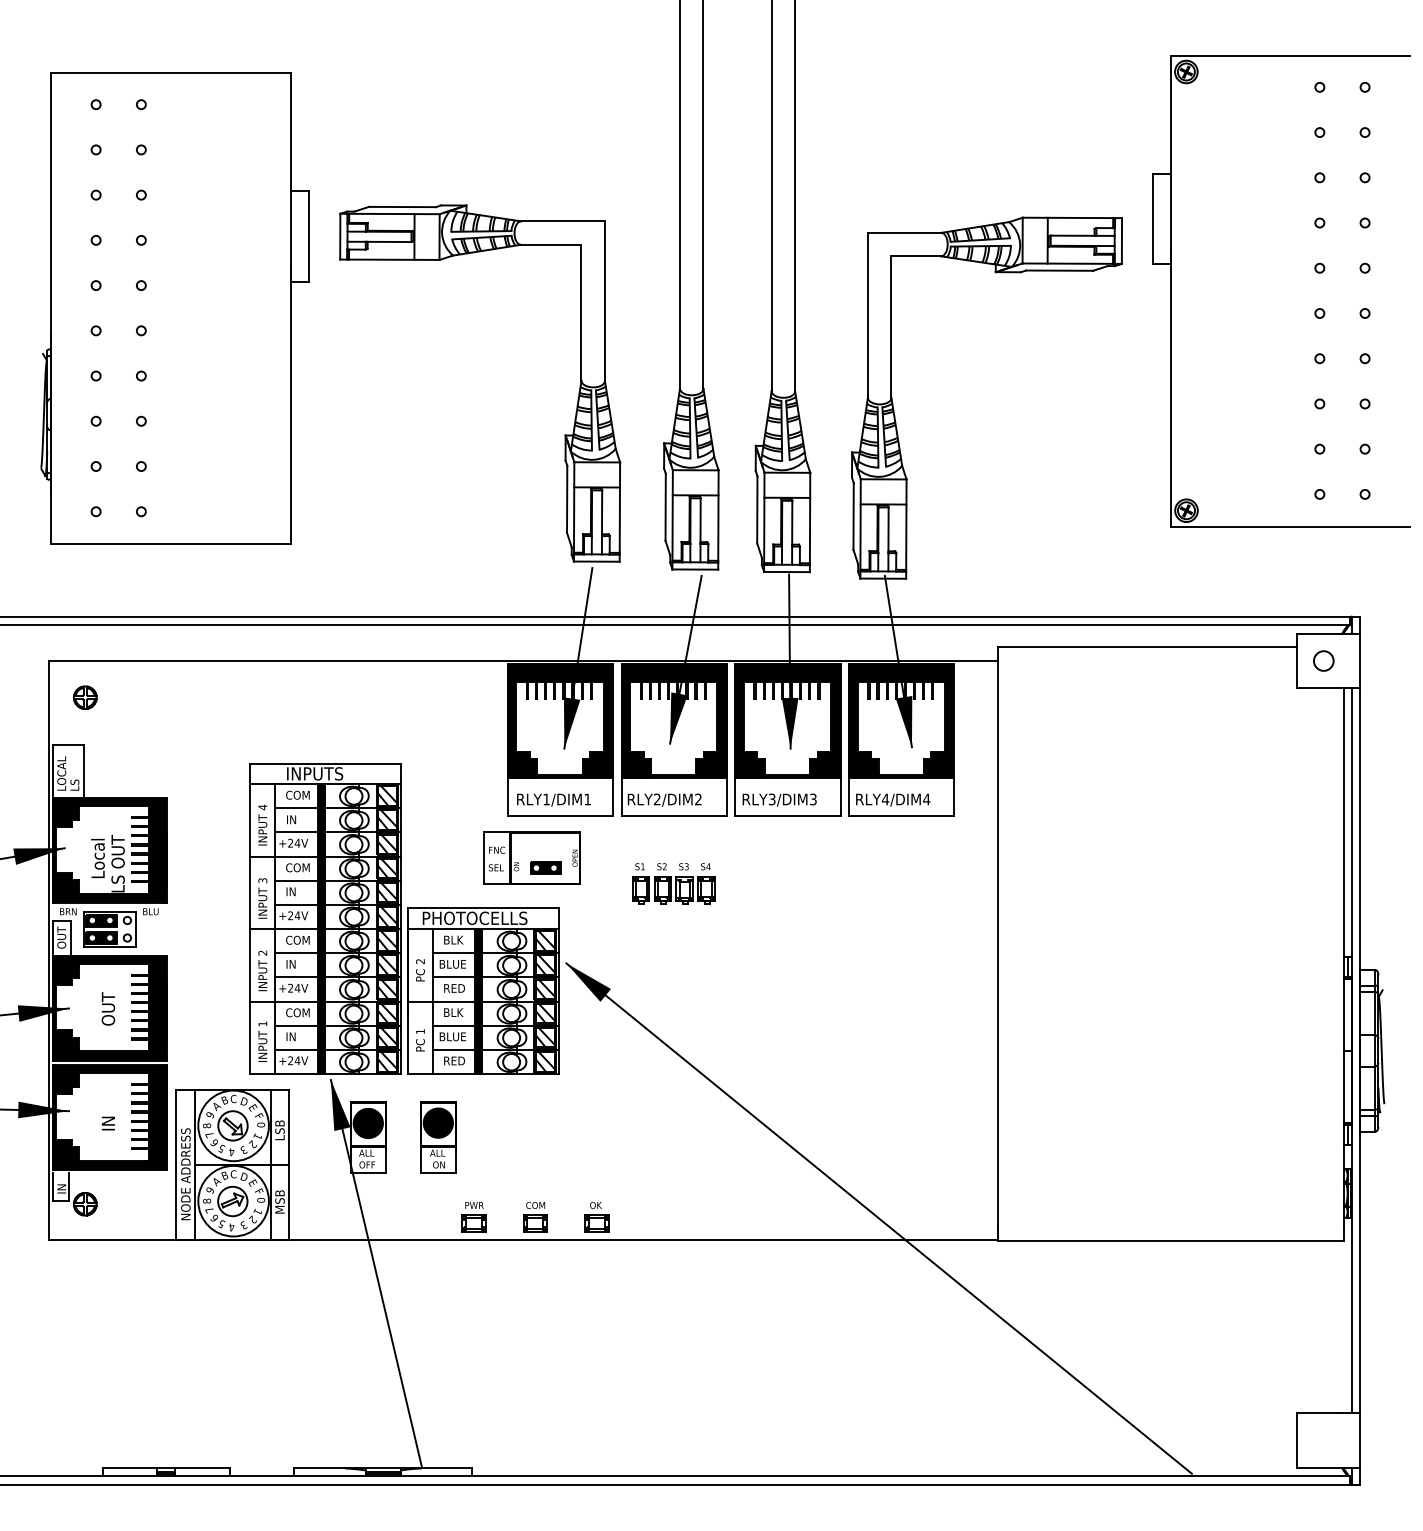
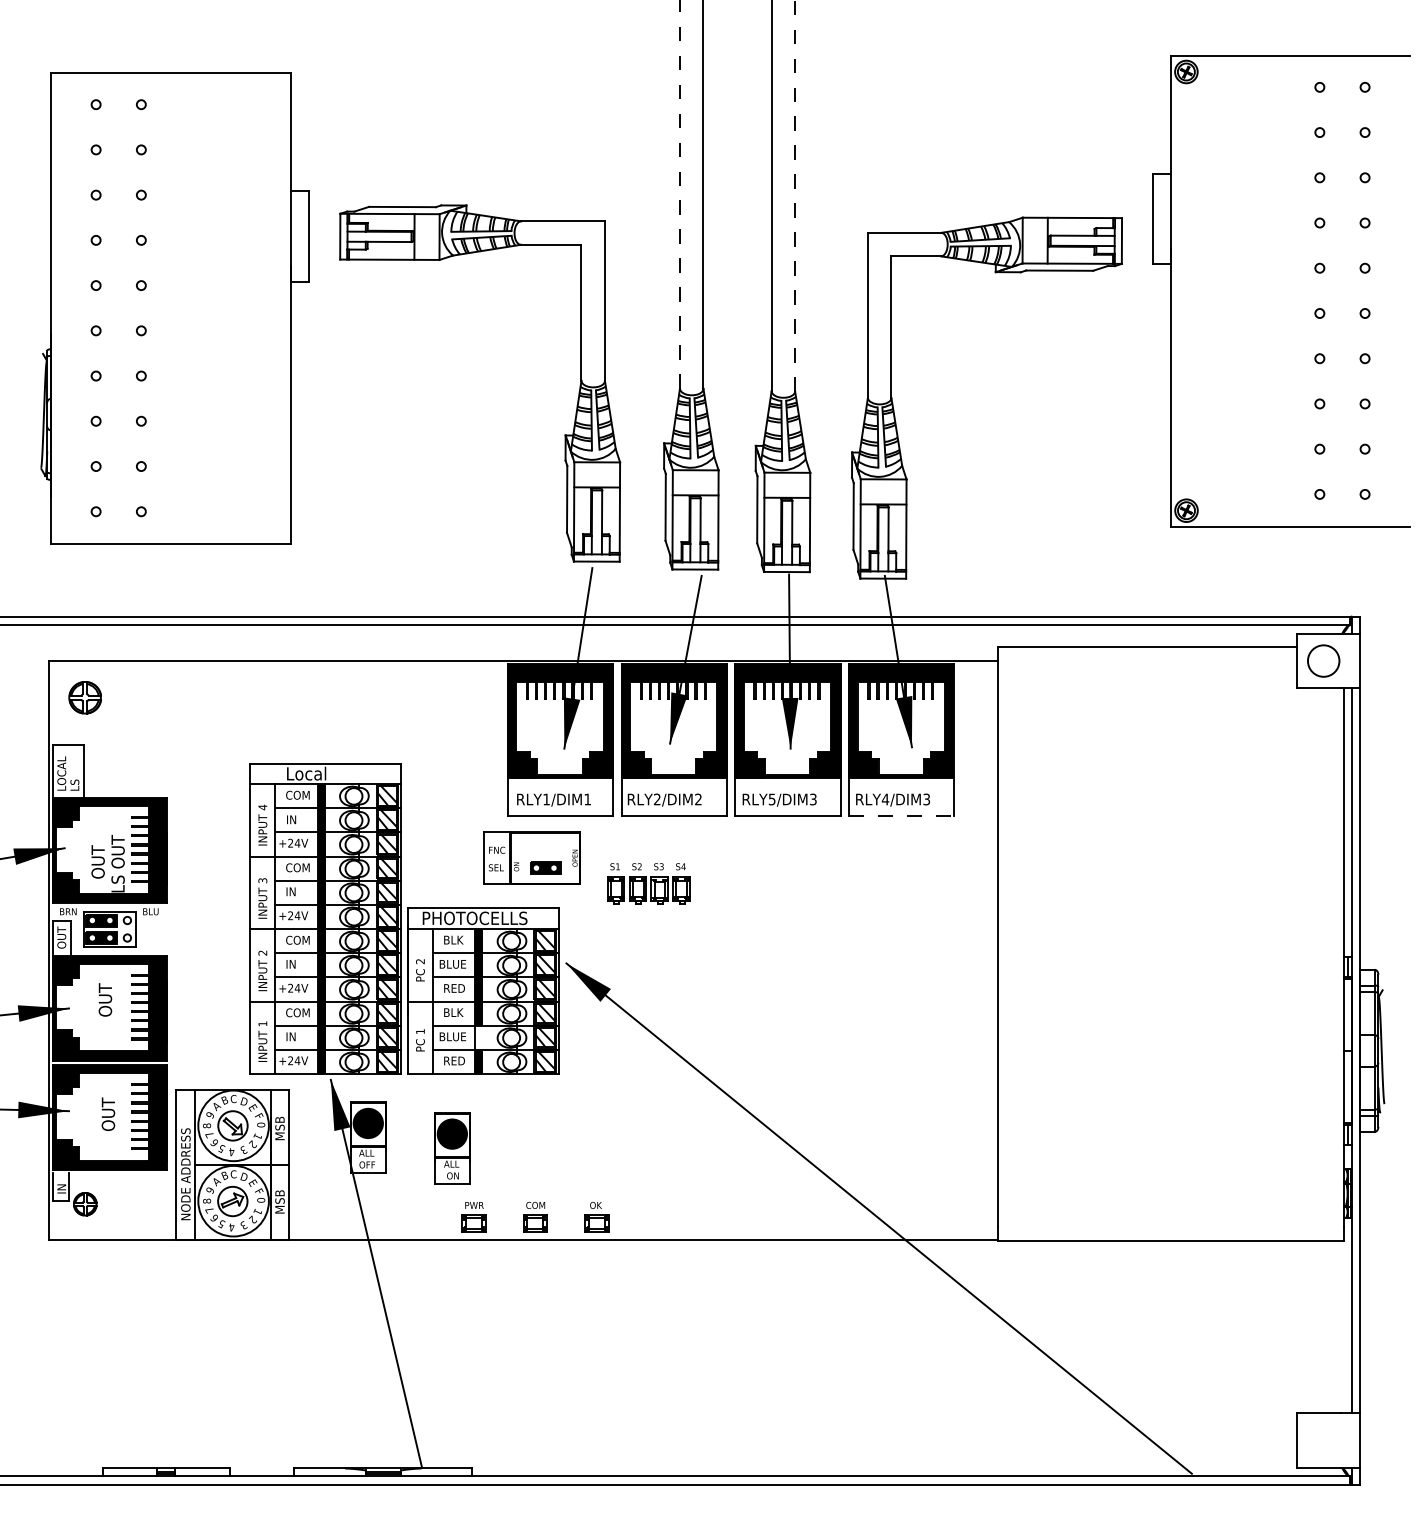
line at (679, 193): solid -> dashed
line at (795, 195): solid -> dashed
circle at (1323, 660) size: 22x22 px -> 34x34 px
part at (85, 697) size: 25x25 px -> 34x34 px
text at (315, 773): INPUTS -> Local
text at (772, 798): RLY3/DIM3 -> RLY5/DIM3
text at (926, 799): RLY4/DIM4 -> RLY4/DIM3
line at (901, 816): solid -> dashed
text at (97, 858): Local -> OUT
part at (673, 883) position: (673, 883) -> (648, 883)
text at (108, 1008) position: (108, 1008) -> (105, 999)
fill at (479, 1037): present -> none
text at (108, 1114): IN -> OUT
text at (279, 1127): LSB -> MSB
part at (438, 1137) position: (438, 1137) -> (452, 1148)
